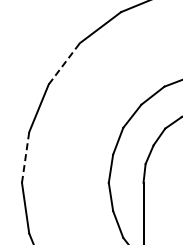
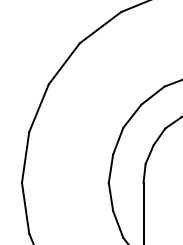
line at (64, 63): dashed -> solid
line at (25, 157): dashed -> solid
